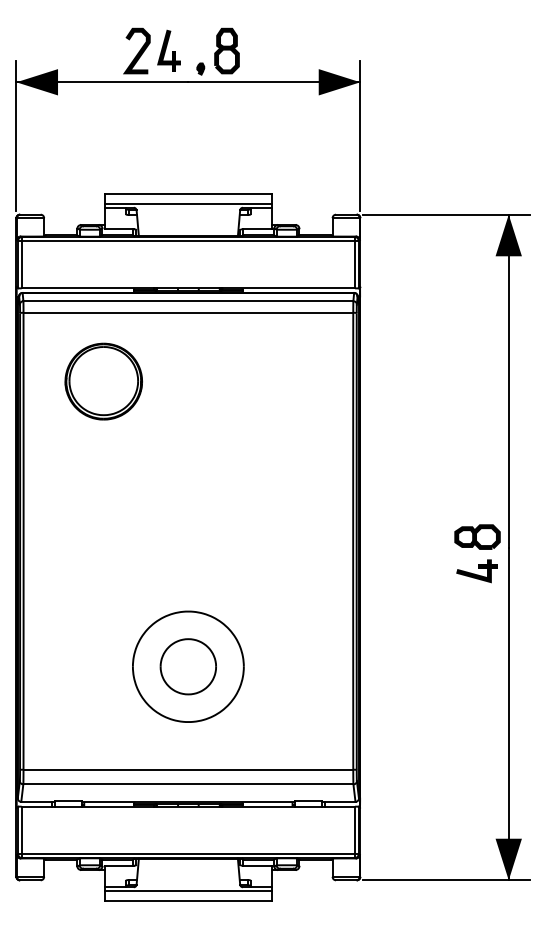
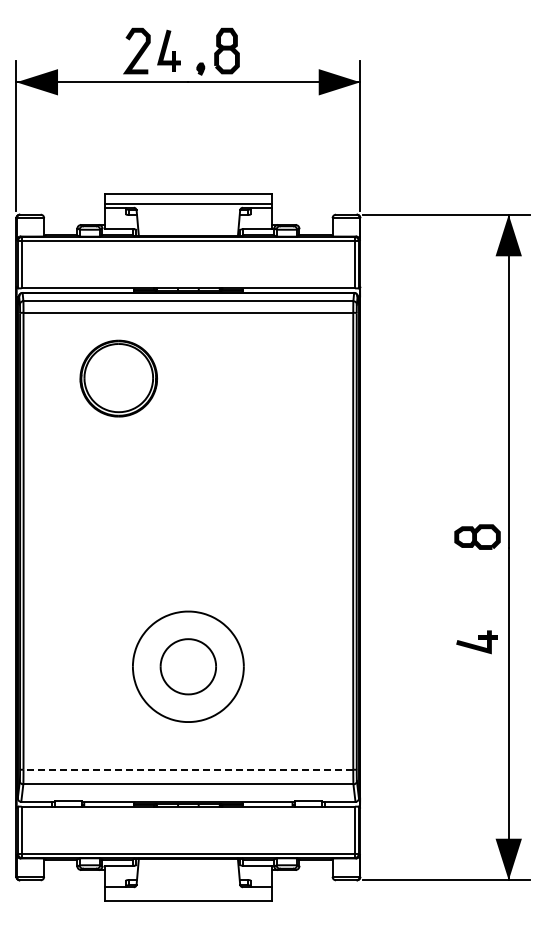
part at (103, 381) position: (103, 381) -> (118, 378)
part at (476, 571) position: (476, 571) -> (476, 642)
line at (188, 769): solid -> dashed
line at (188, 891): present -> none
